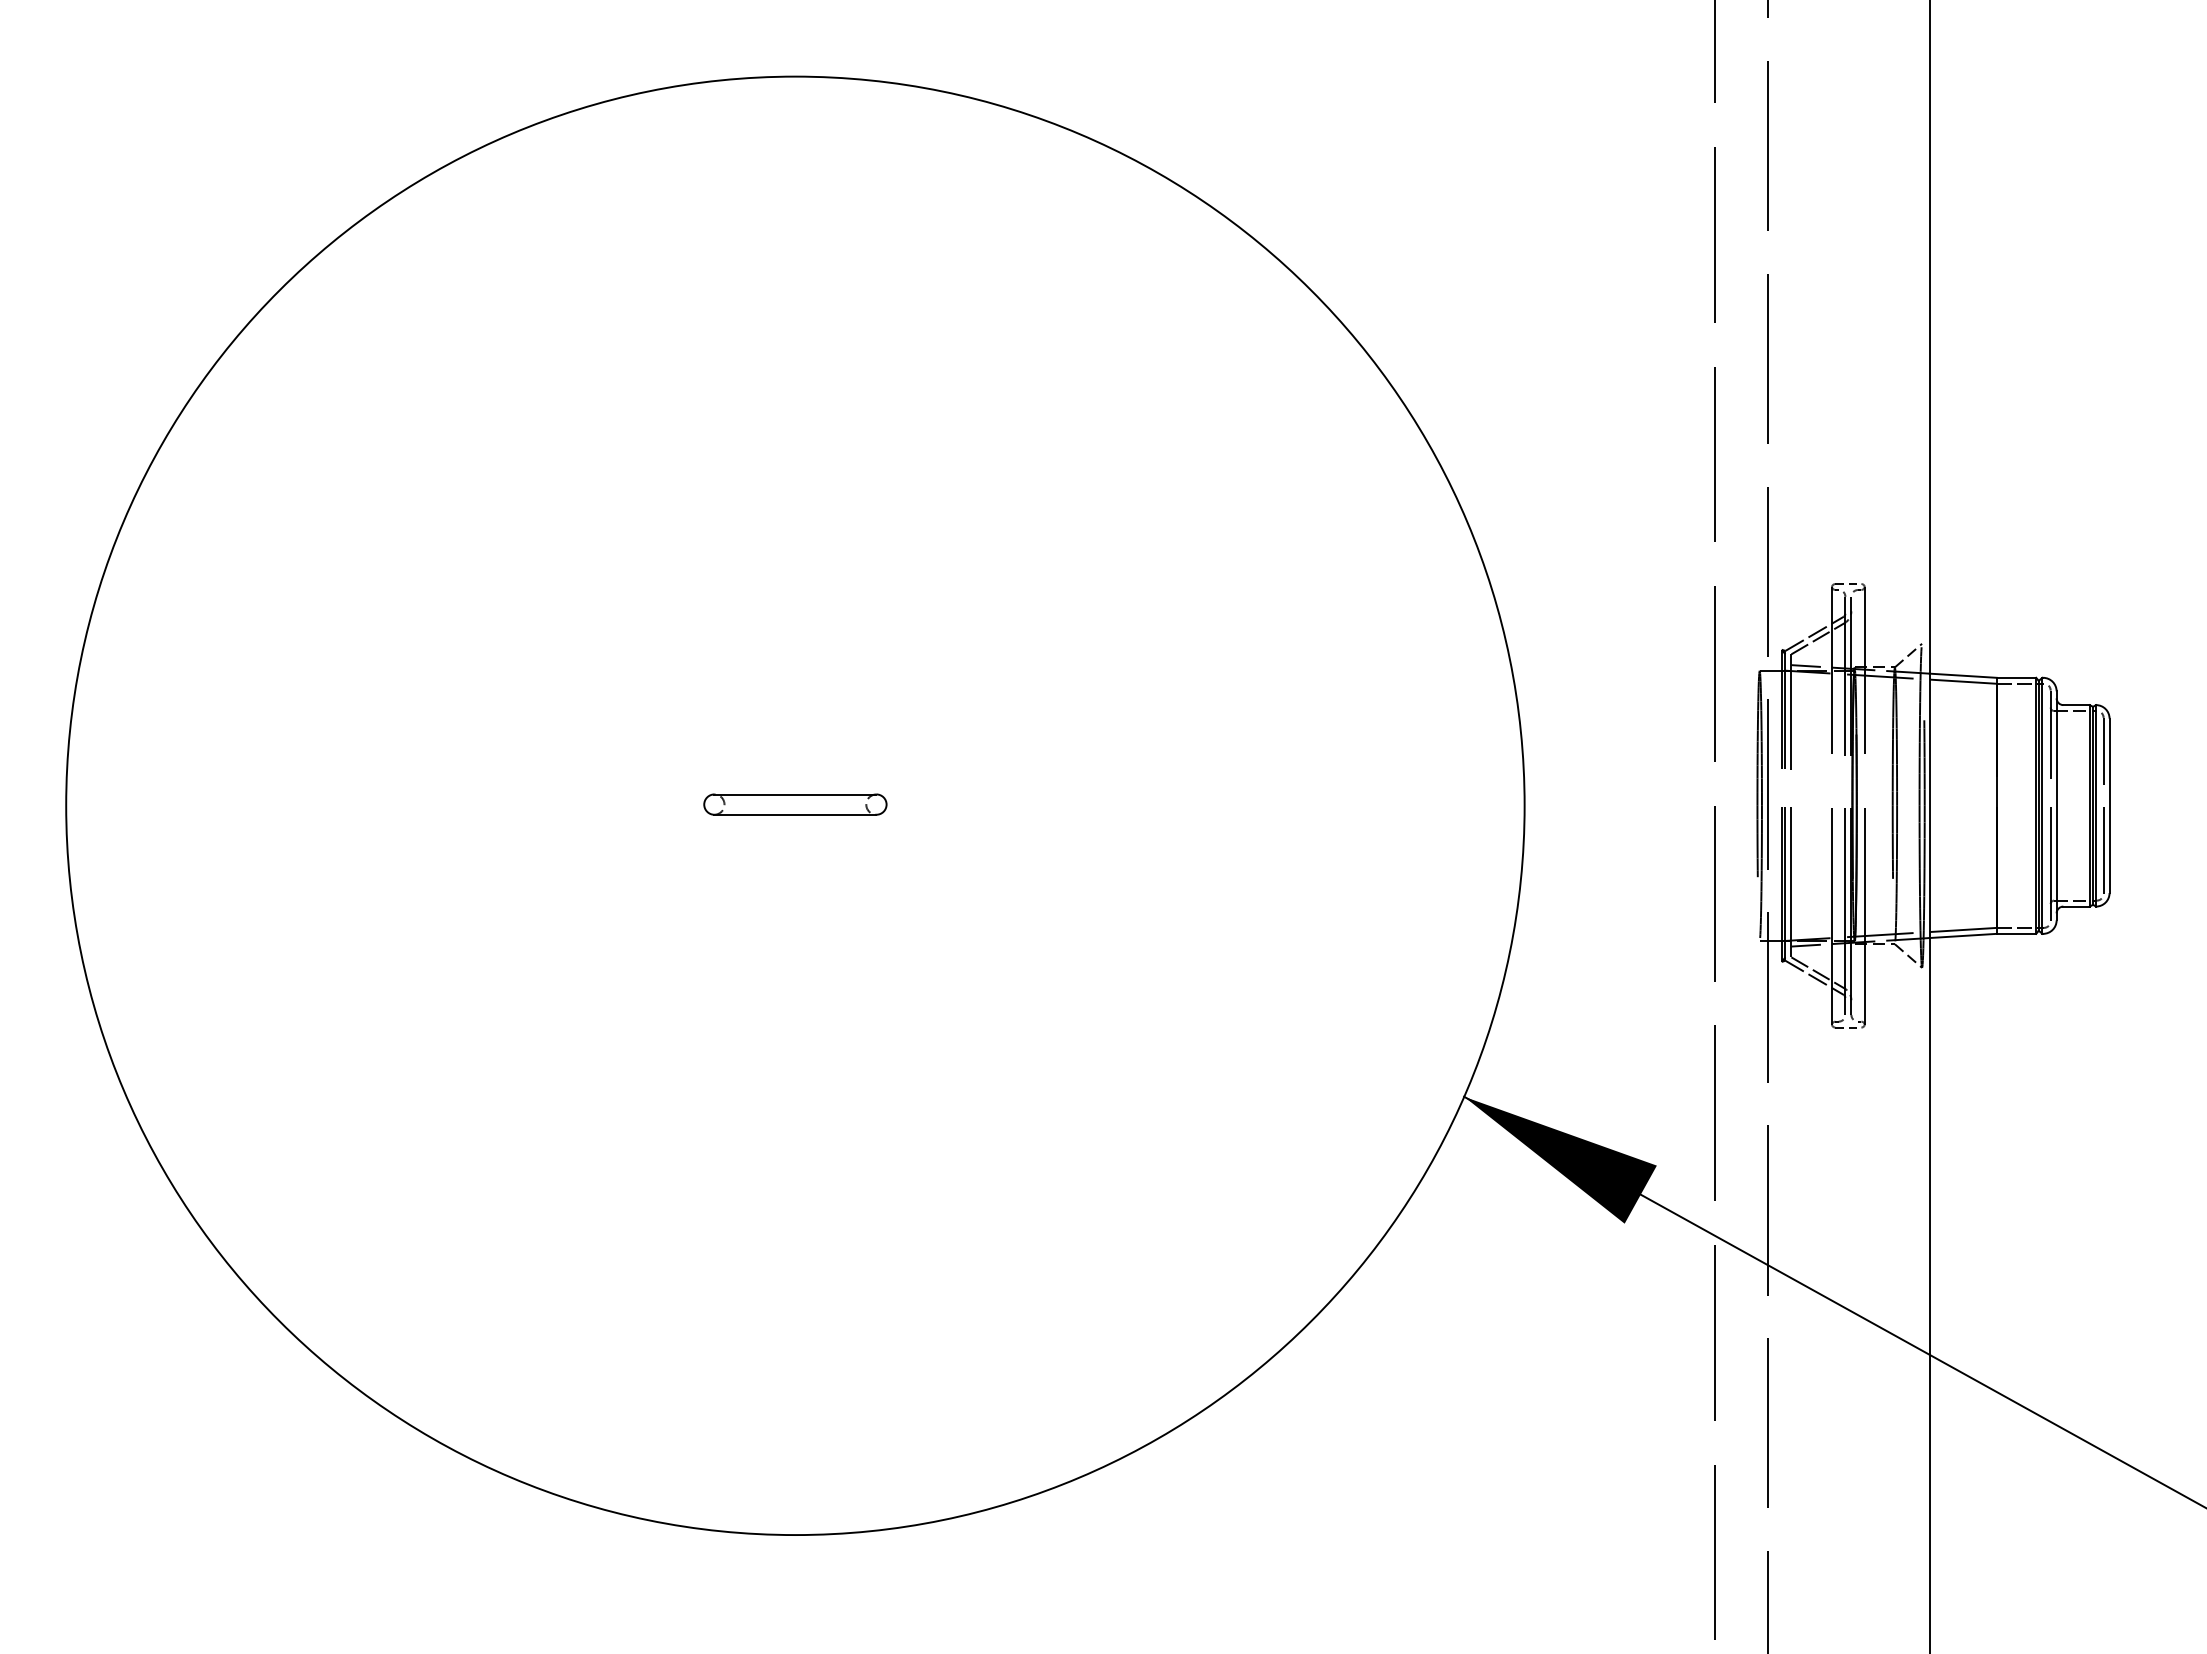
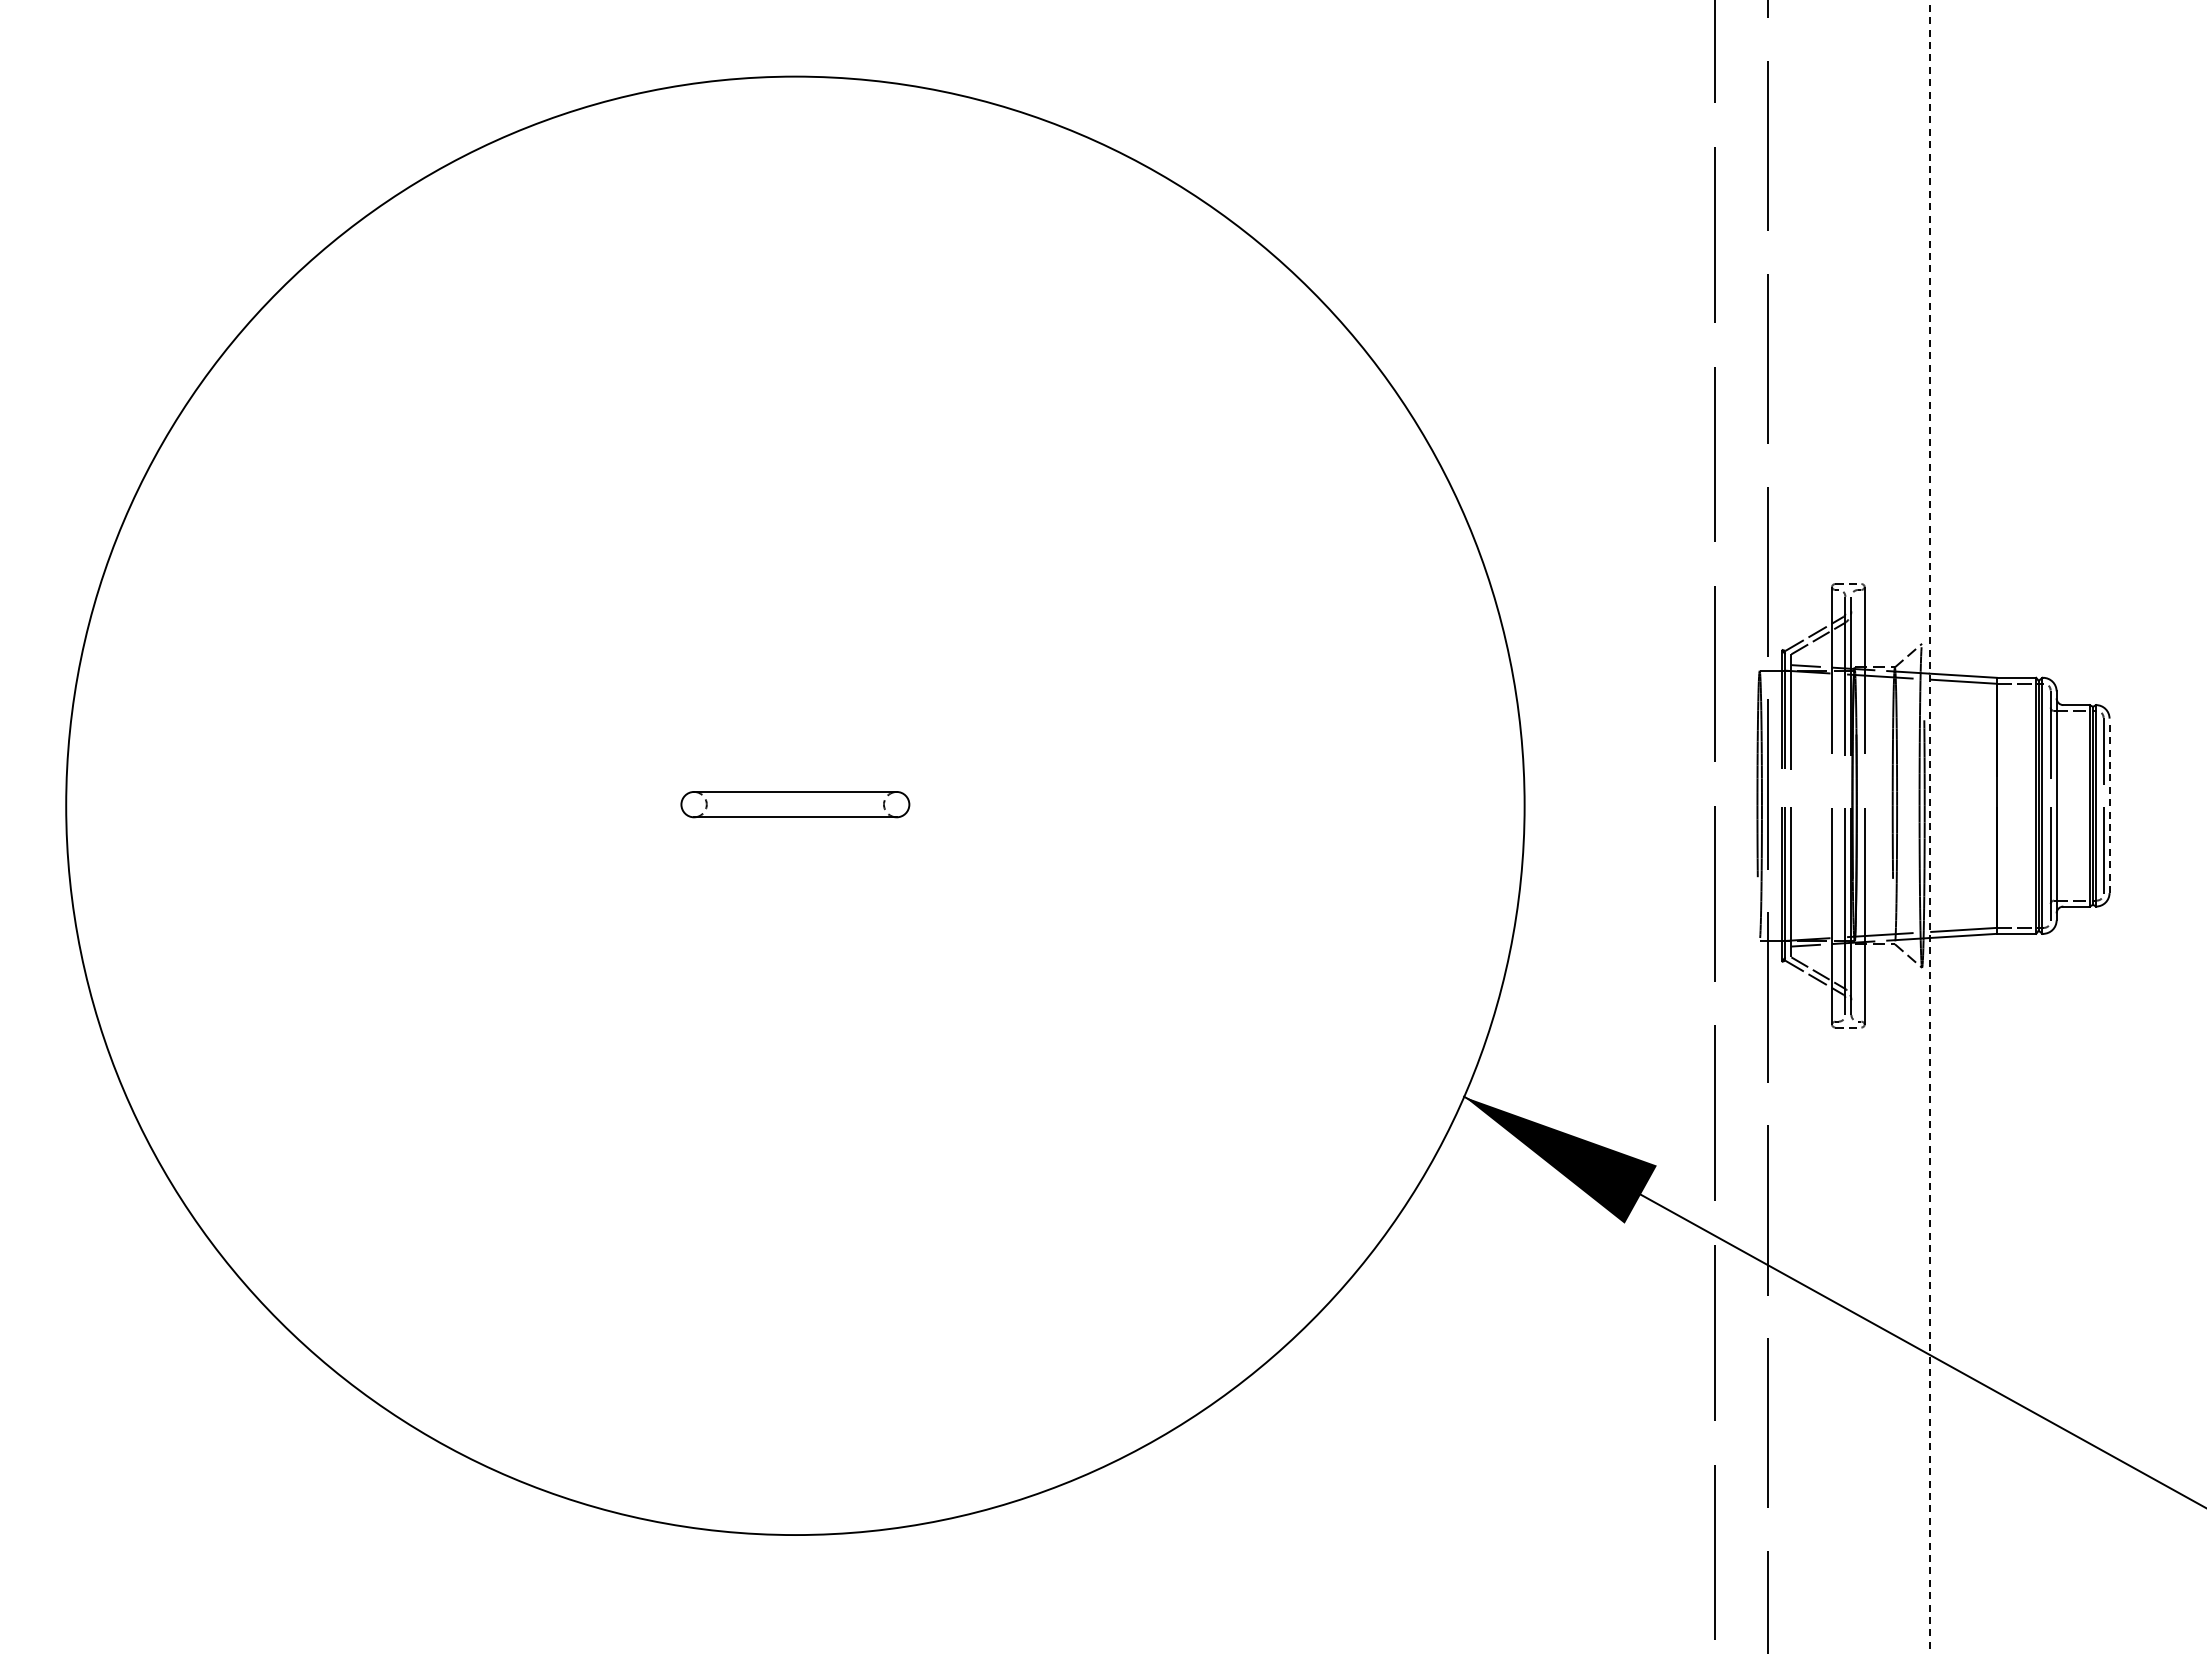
part at (795, 804) size: 185x23 px -> 231x28 px
line at (2109, 805): solid -> dashed
line at (1929, 826): solid -> dashed
